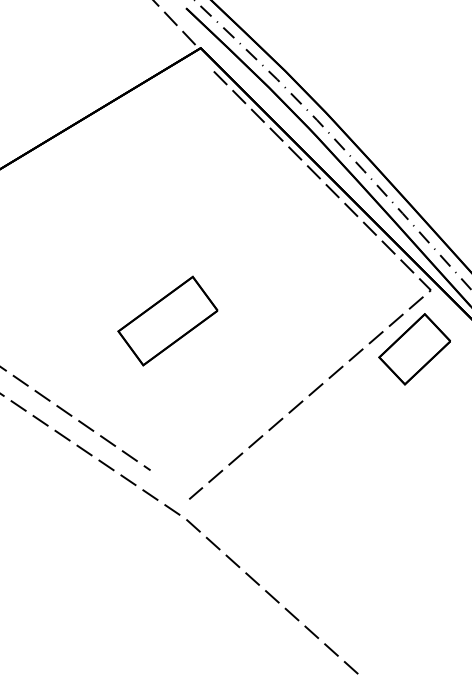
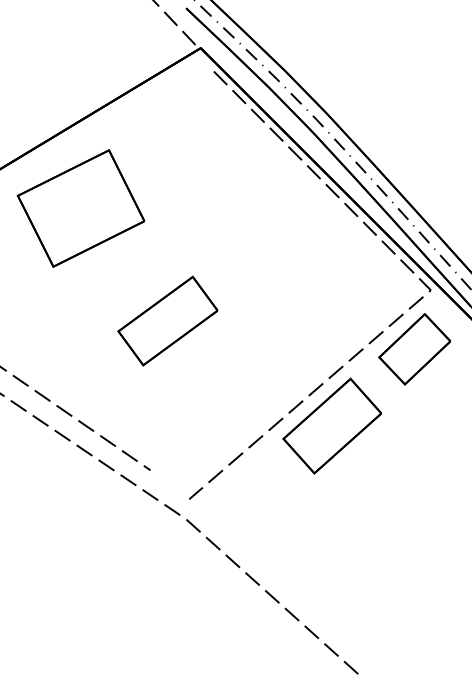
part at (80, 208): none -> present
part at (331, 425): none -> present
